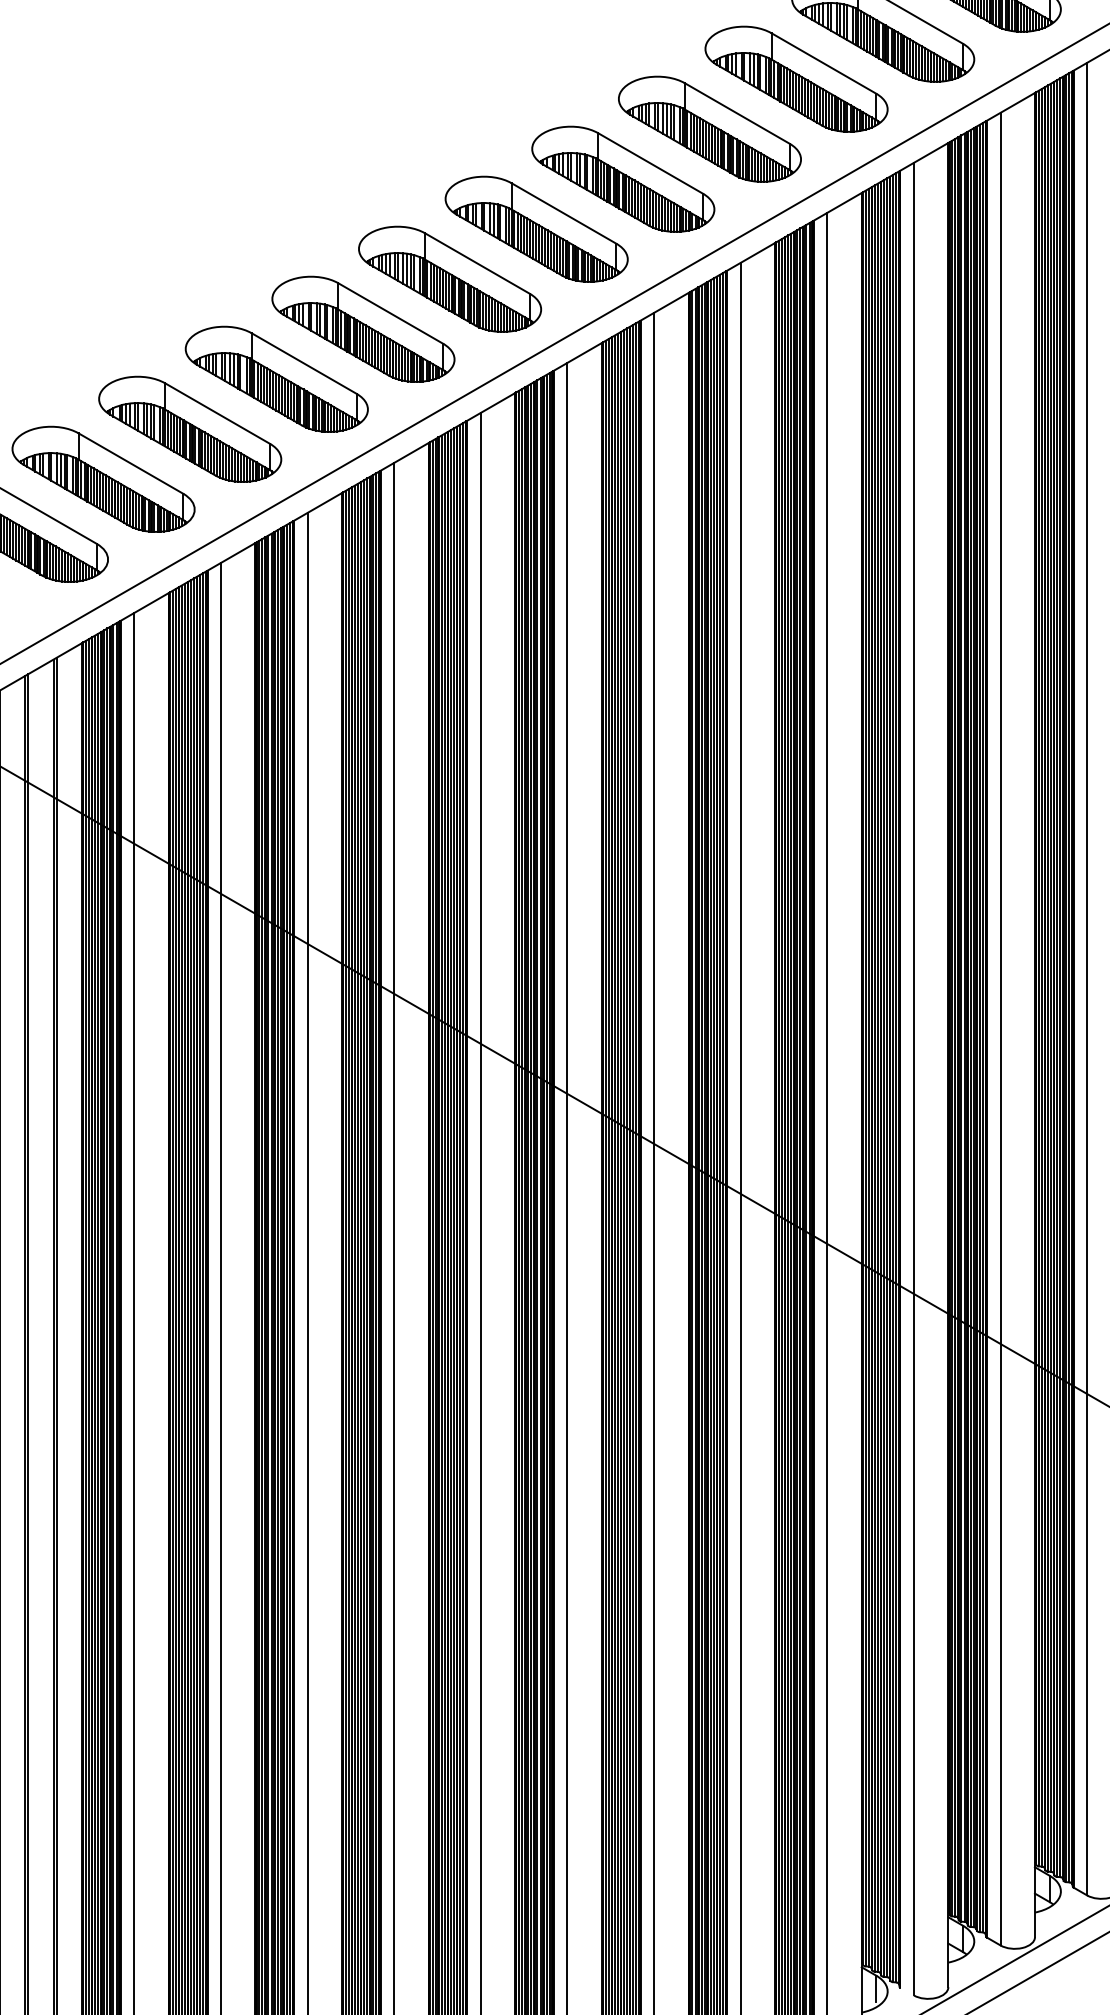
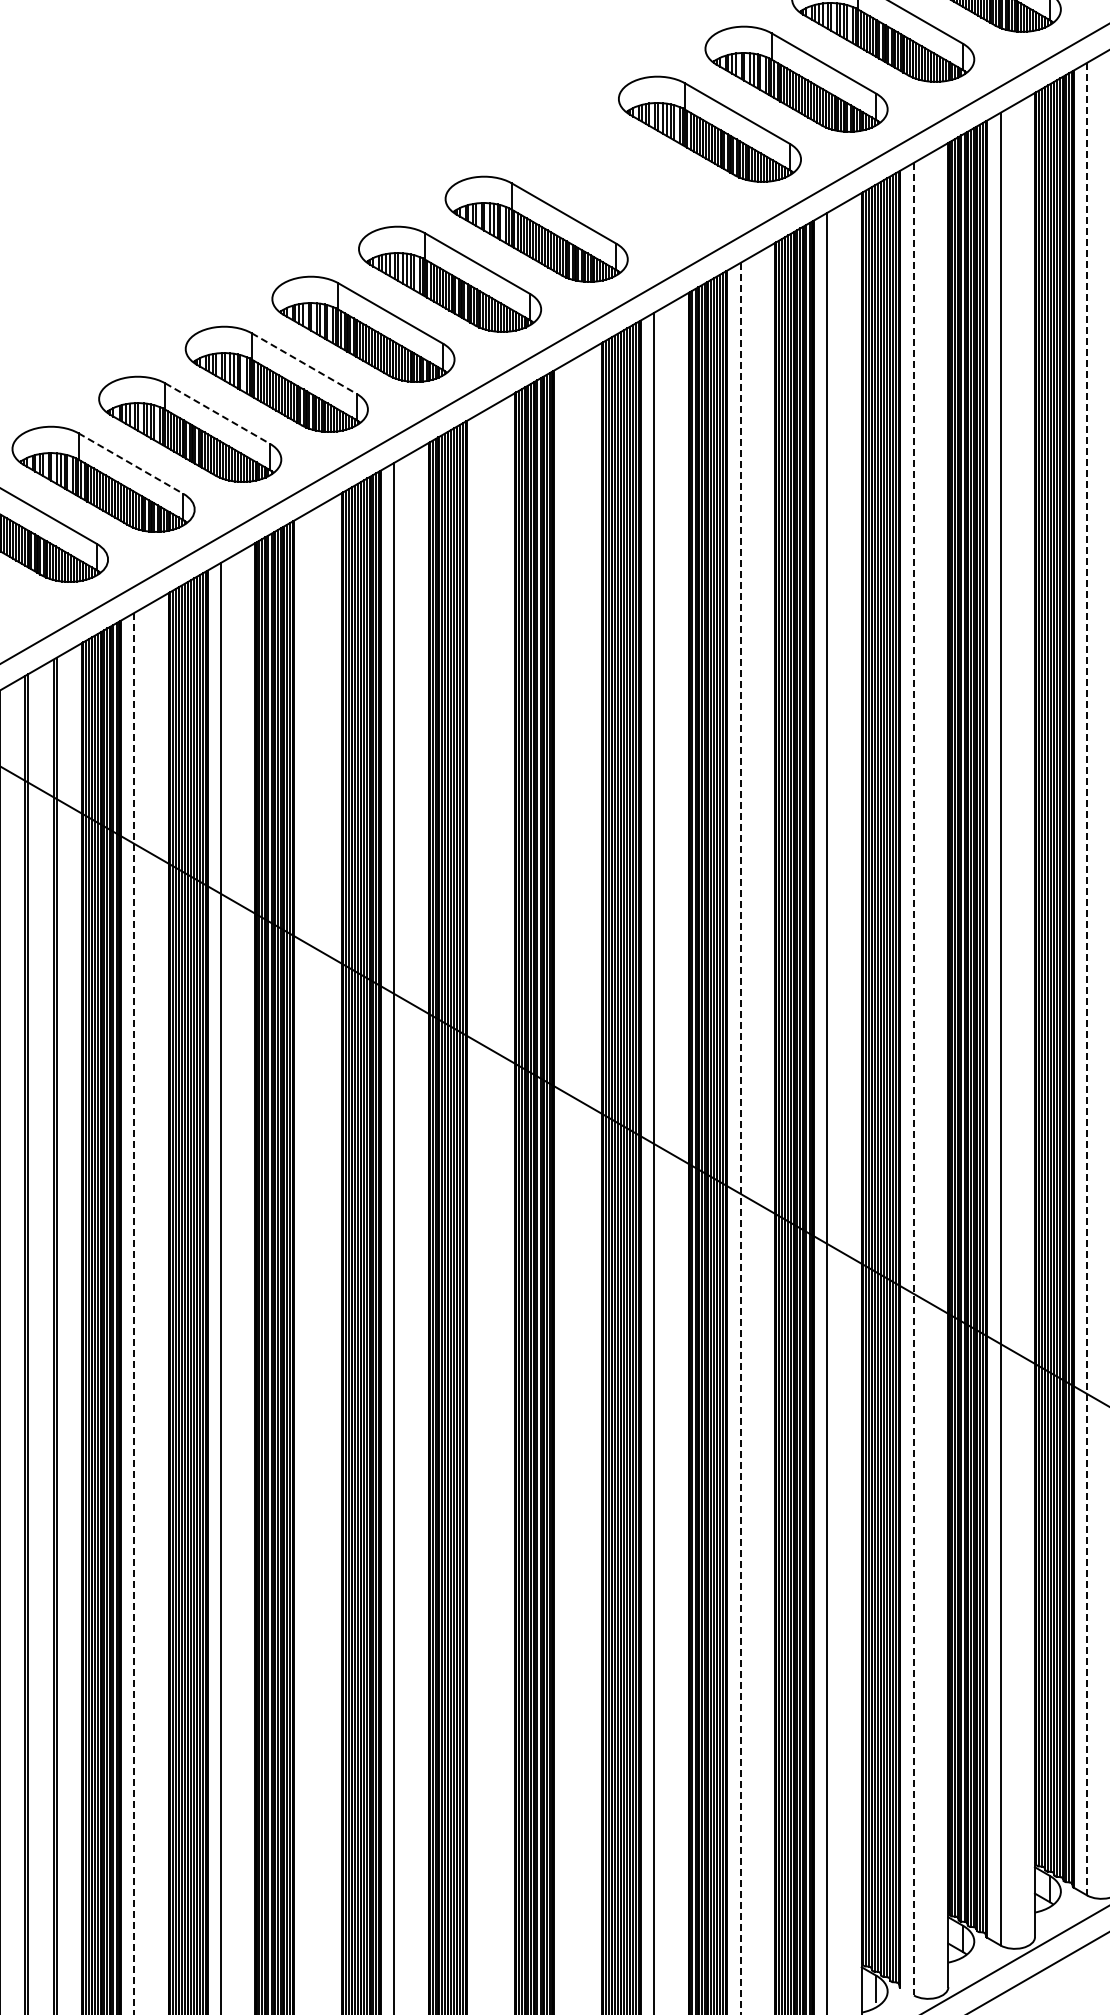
part at (623, 178): present -> none
line at (304, 363): solid -> dashed
line at (217, 413): solid -> dashed
line at (130, 463): solid -> dashed
line at (1087, 979): solid -> dashed
line at (913, 1079): solid -> dashed
line at (740, 1138): solid -> dashed
line at (567, 1186): present -> none
line at (480, 1211): present -> none
line at (307, 1261): present -> none
line at (134, 1313): solid -> dashed
